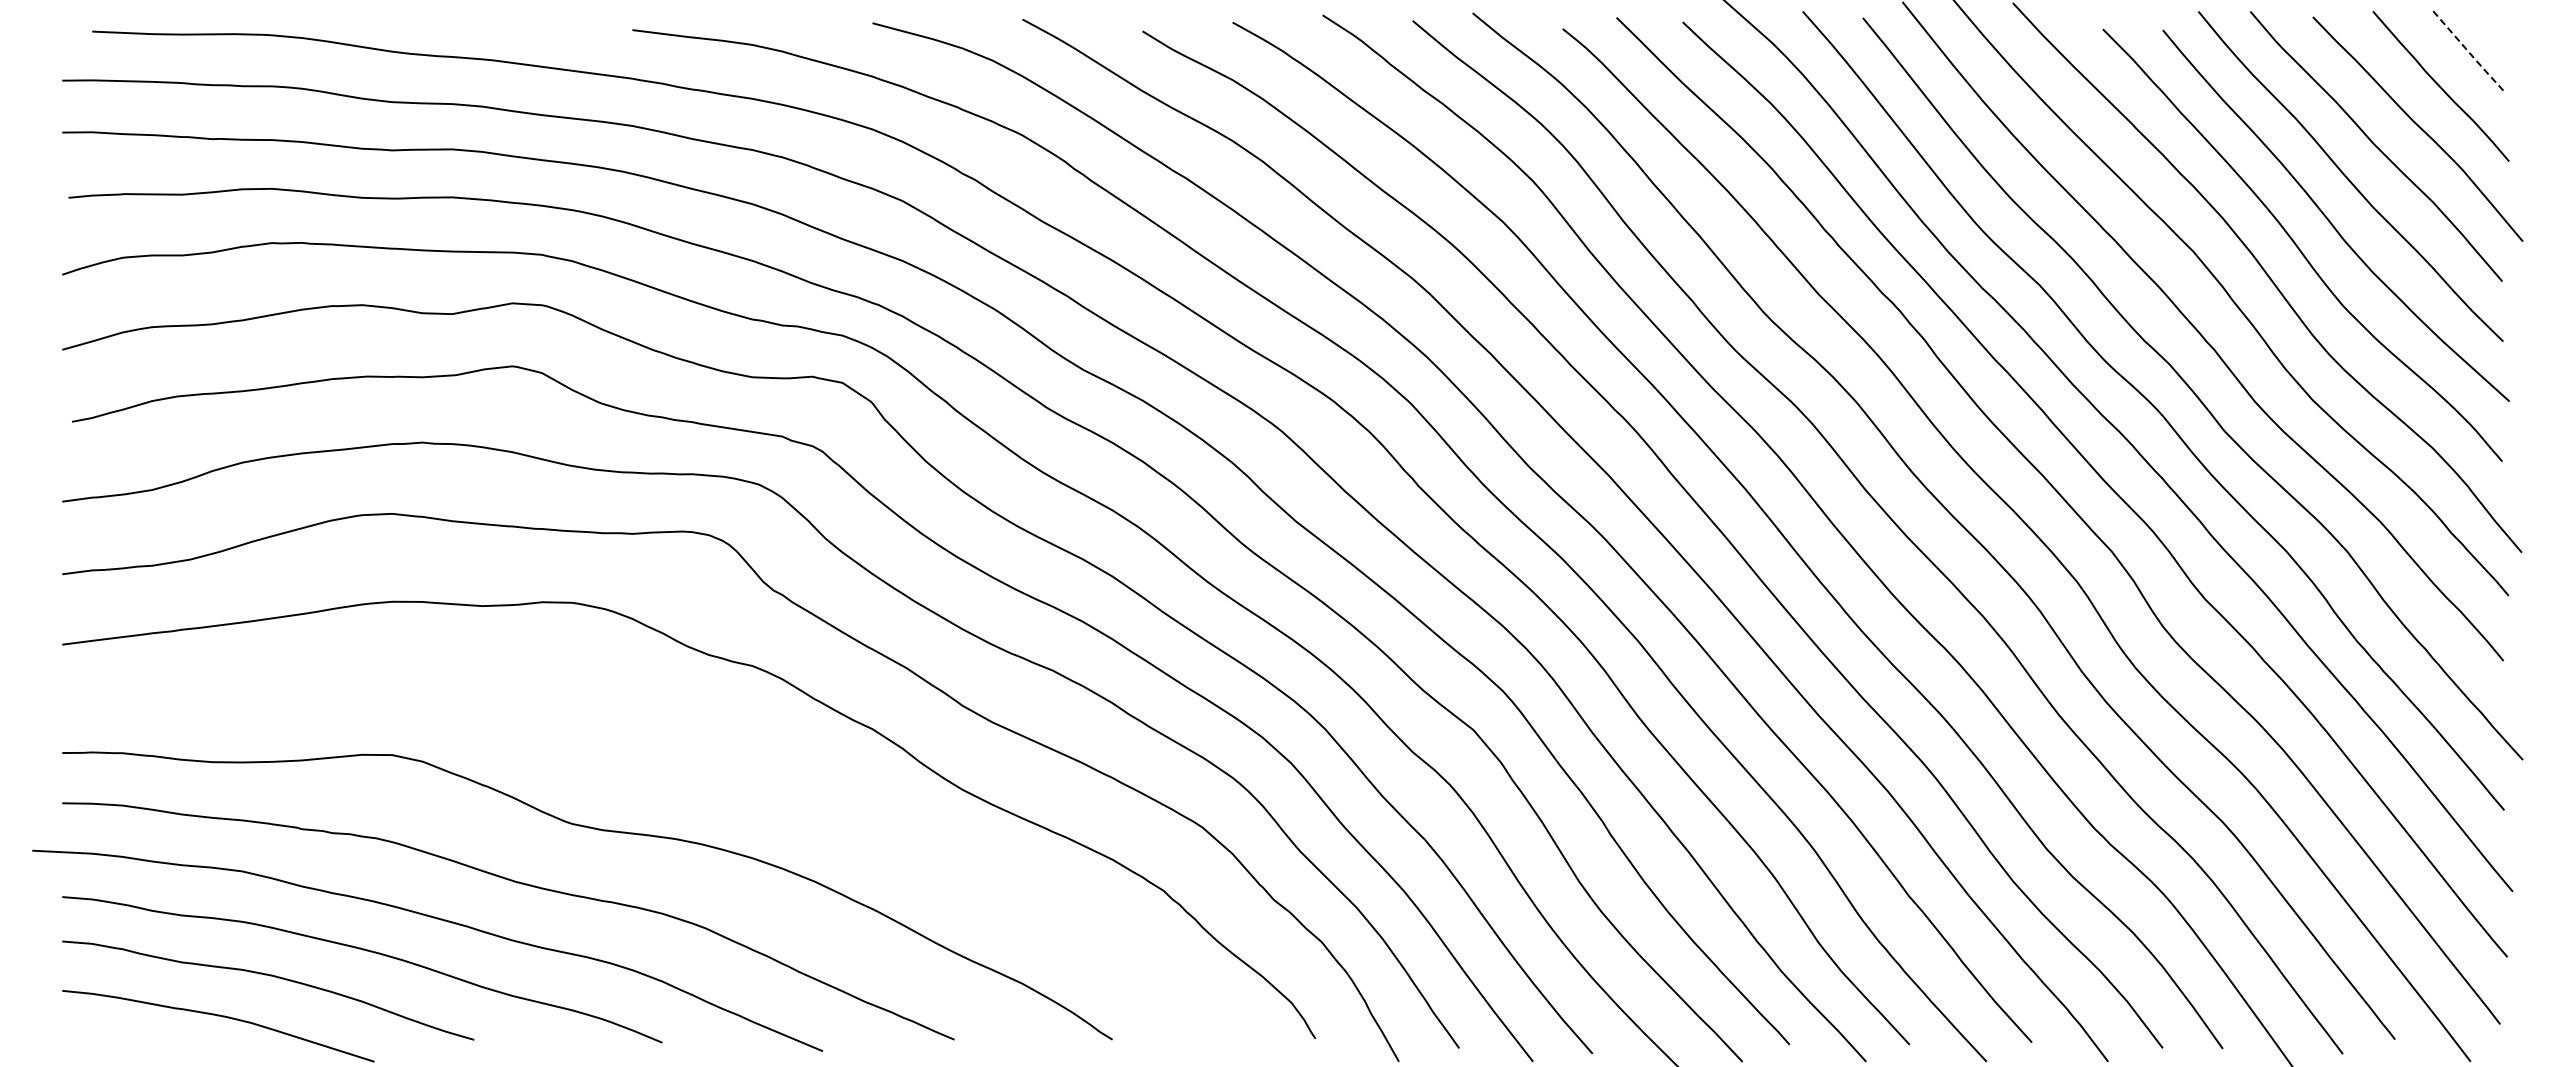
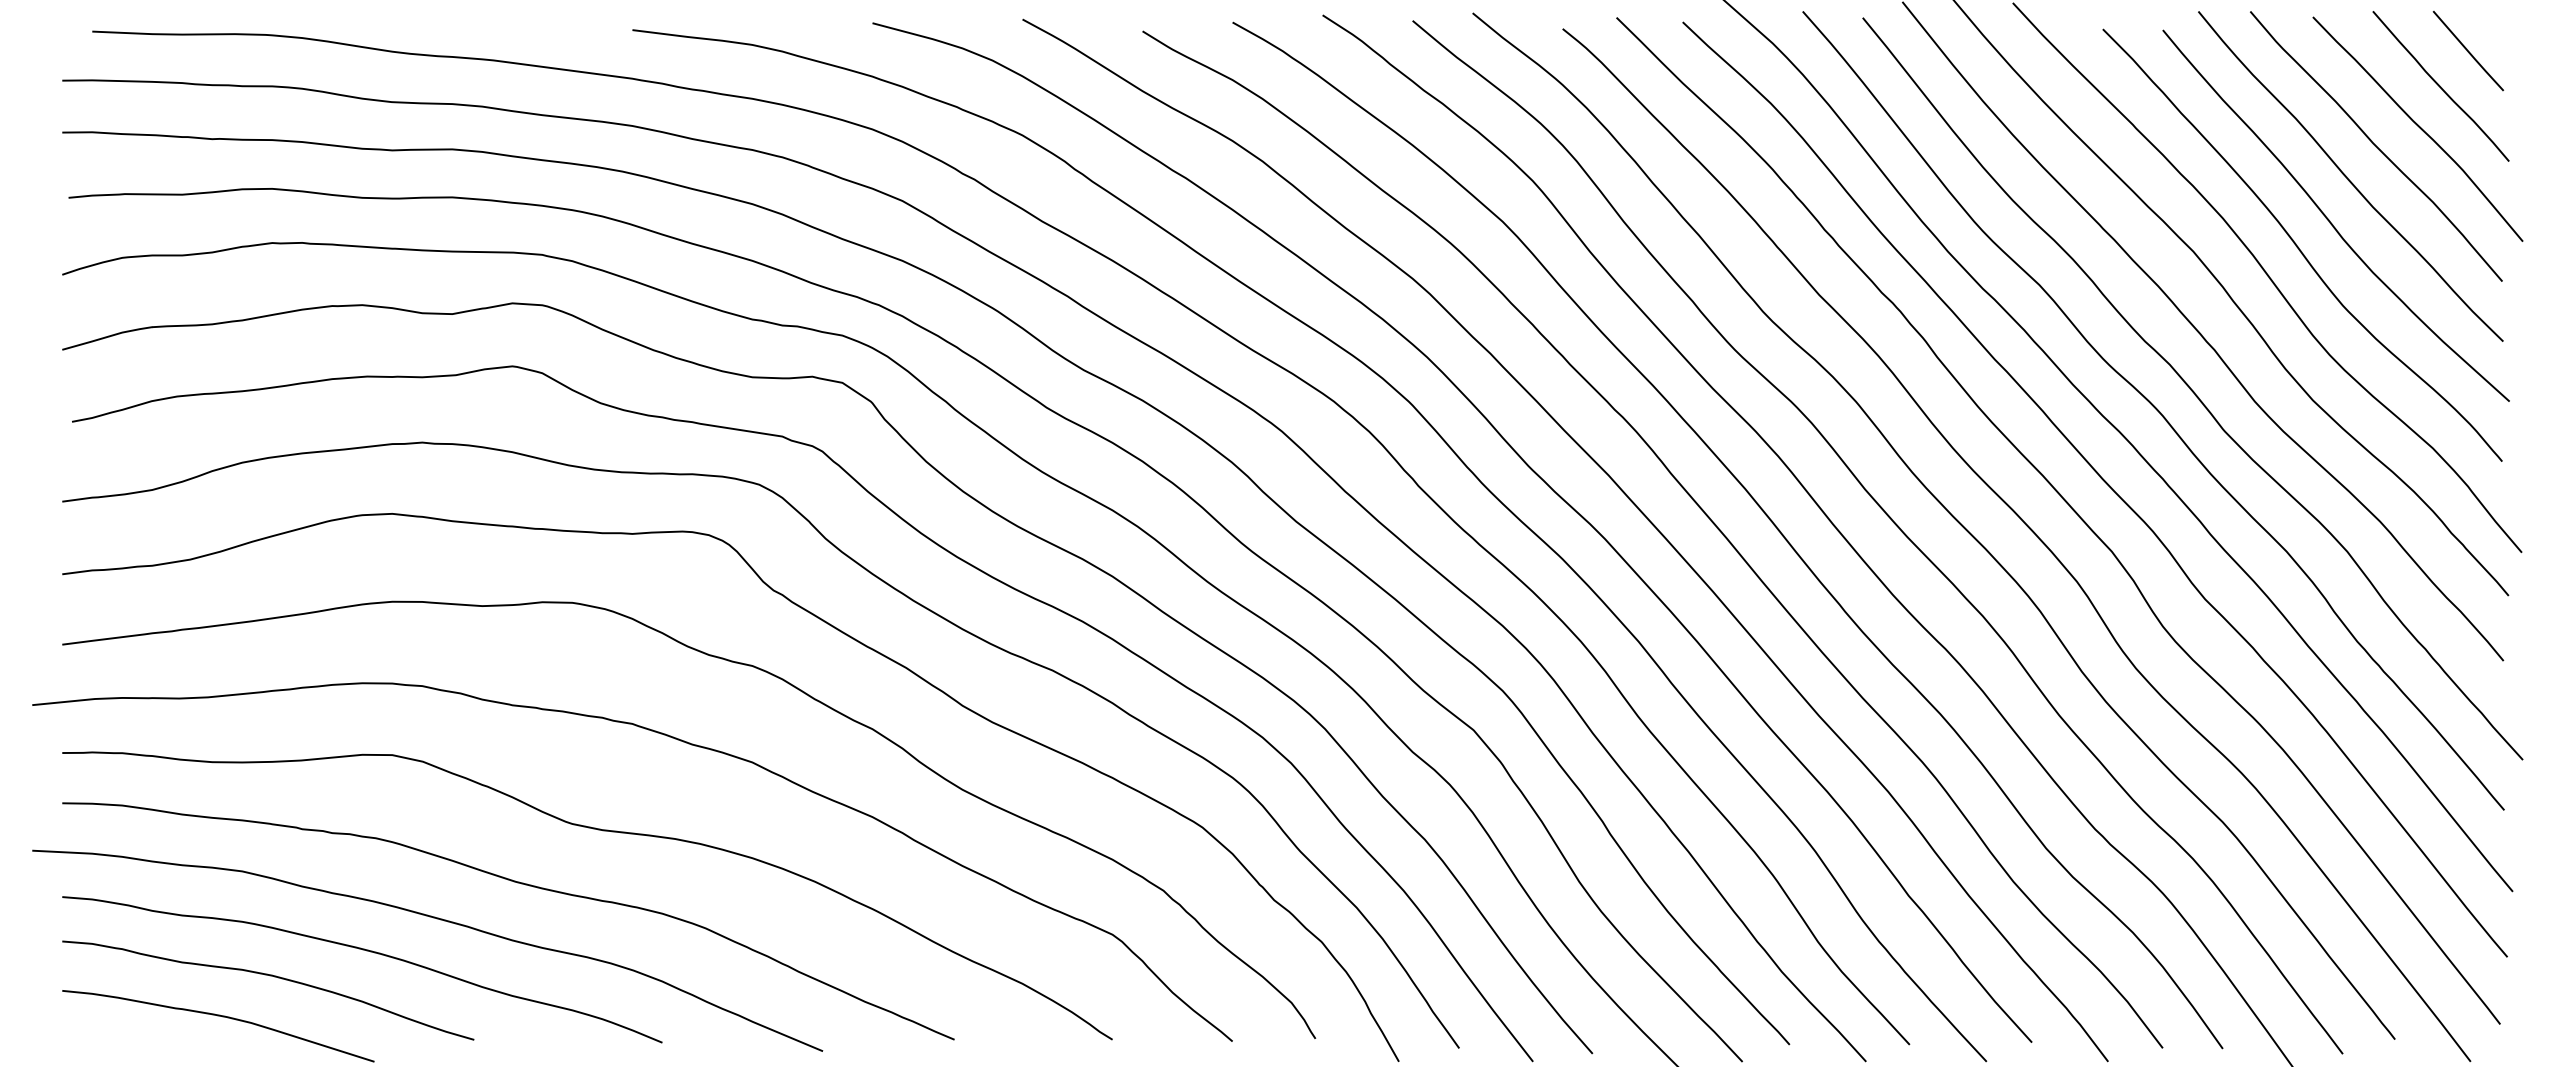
line at (2469, 52): dashed -> solid
curve at (677, 740): none -> present
